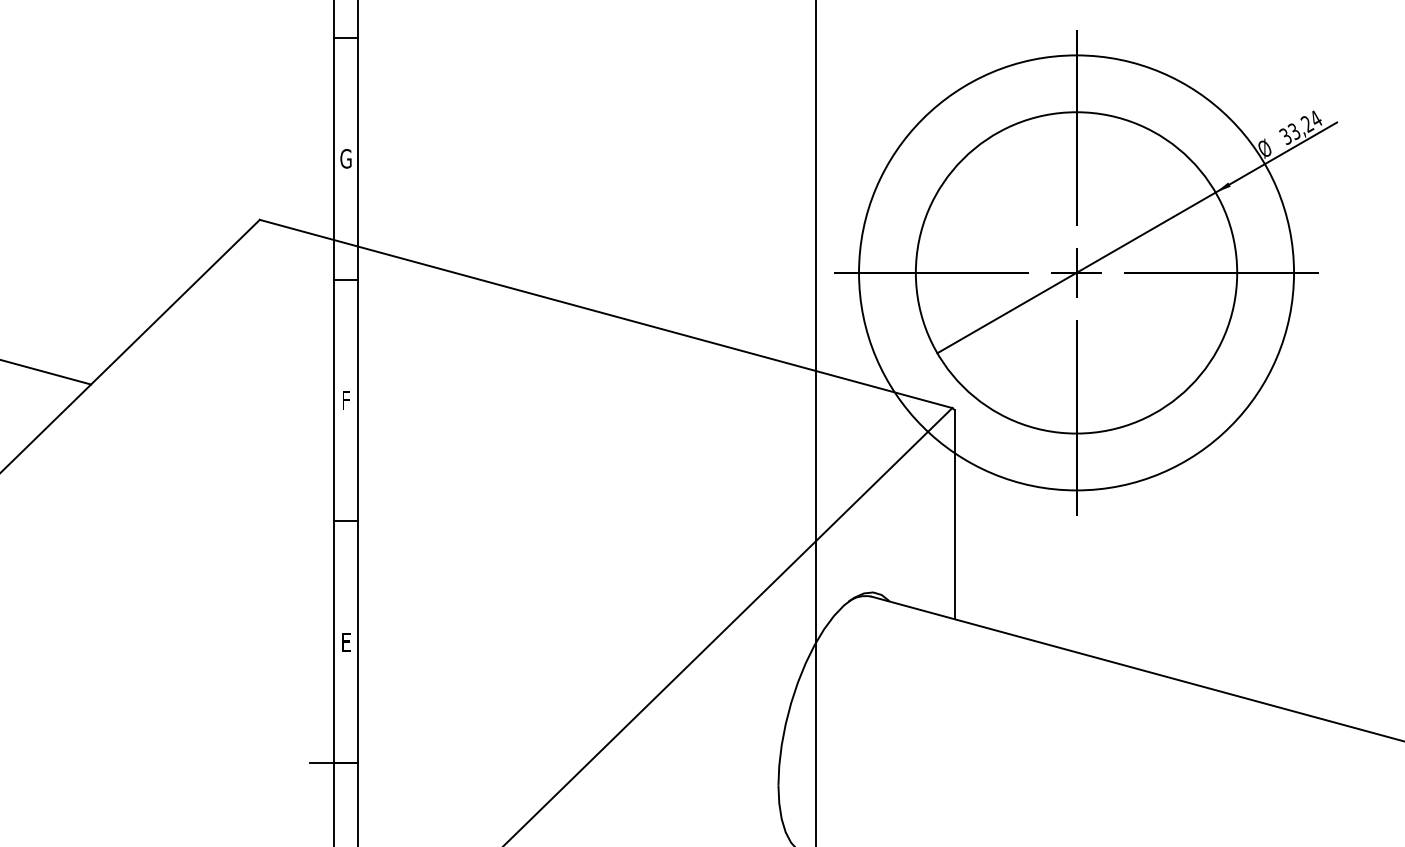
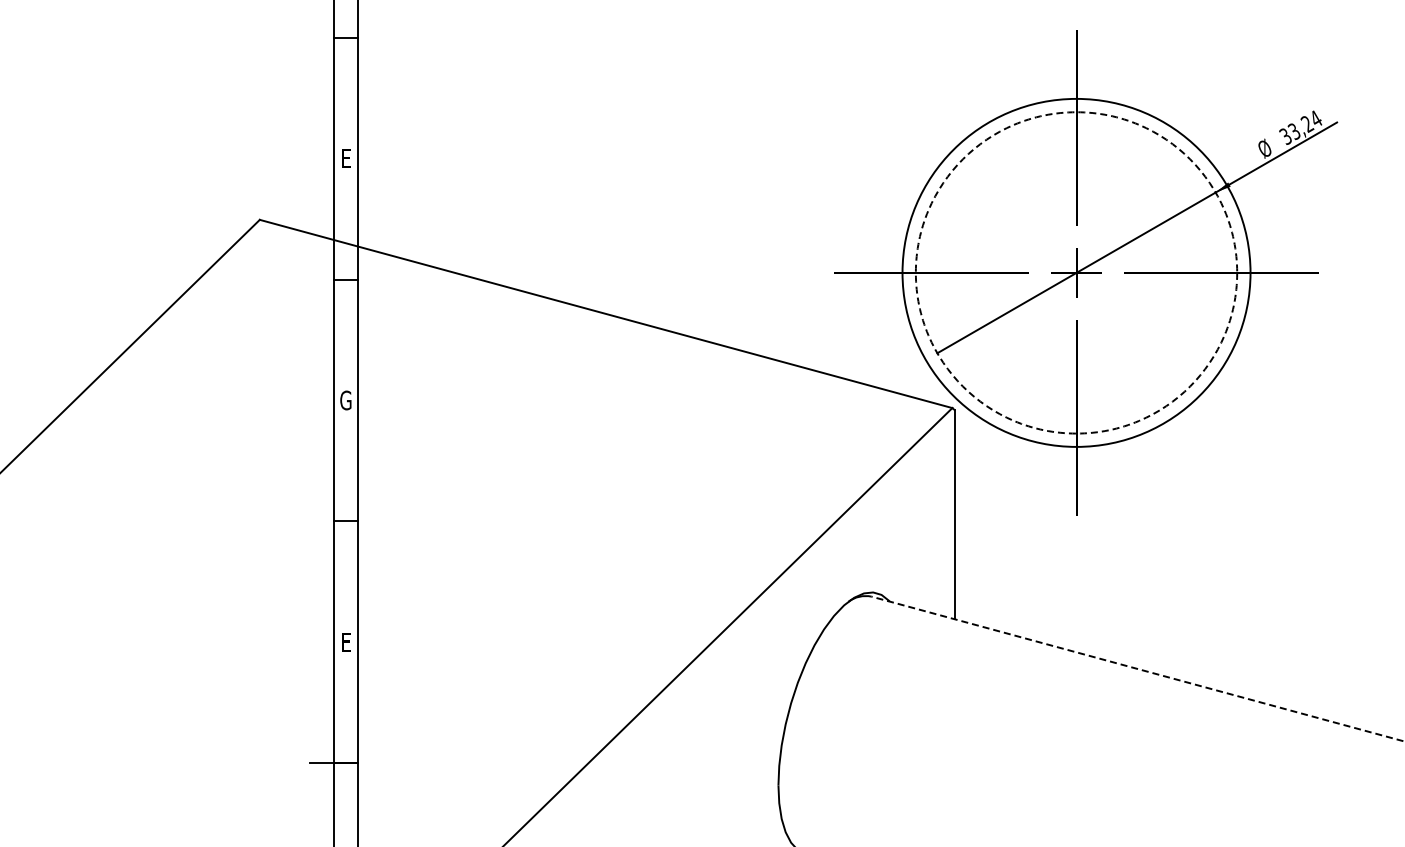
text at (345, 158): G -> E
circle at (1076, 272) diameter: 435 px -> 348 px
circle at (1076, 272): solid -> dashed
line at (46, 372): present -> none
text at (345, 400): F -> G
line at (815, 422): present -> none
line at (1137, 668): solid -> dashed
